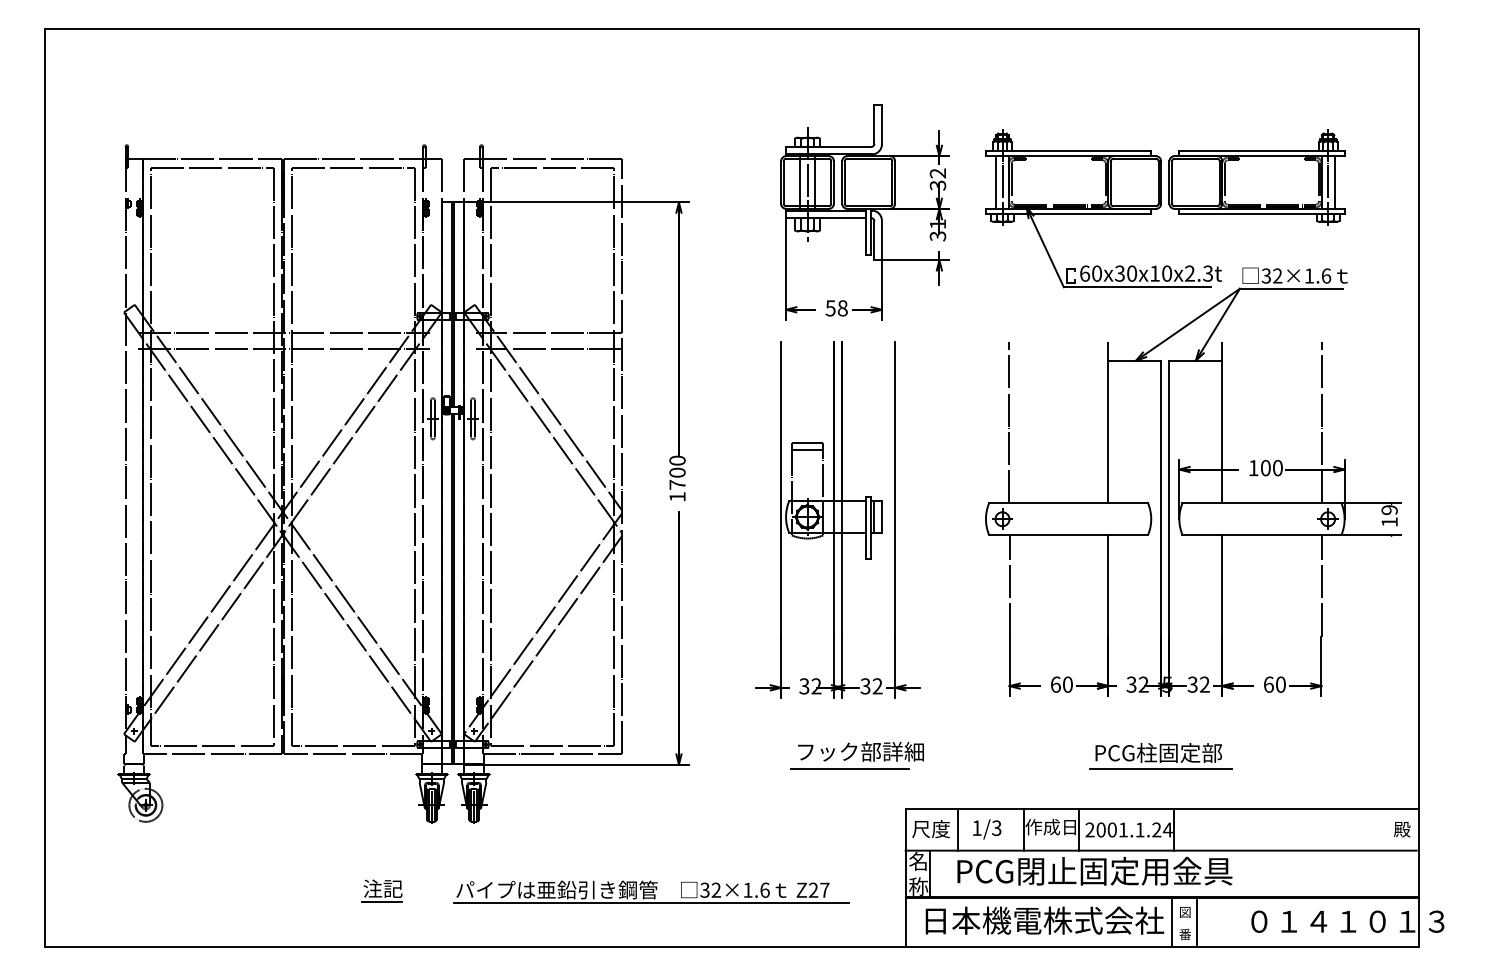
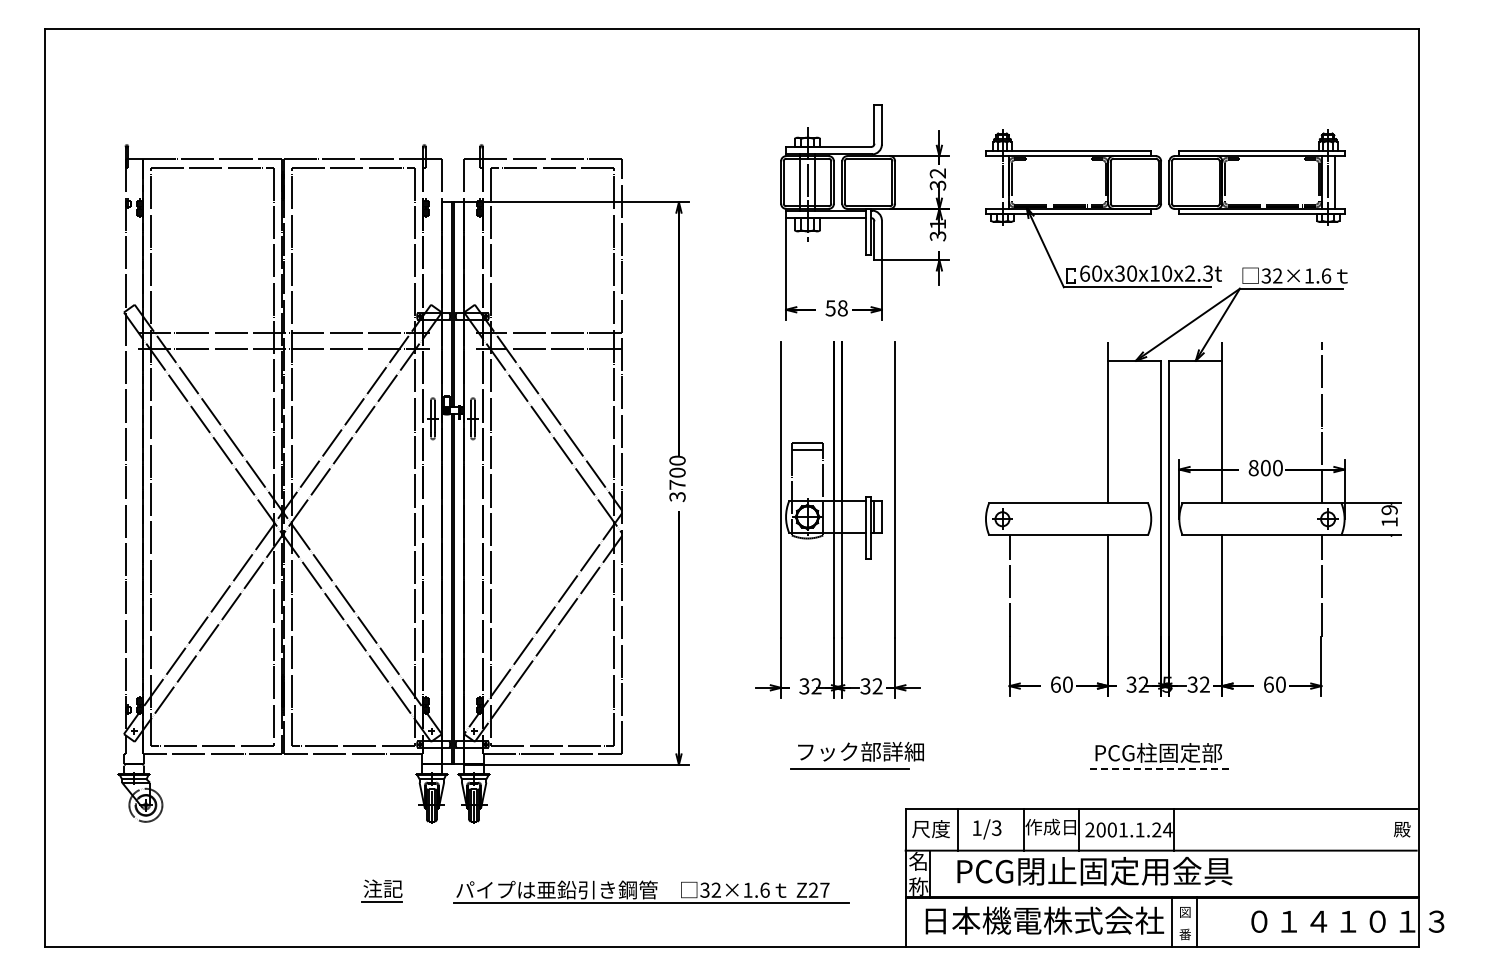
line at (995, 182): present -> none
line at (1009, 422): present -> none
text at (1253, 468): 100 -> 800
text at (677, 497): 1700 -> 3700
line at (1161, 768): solid -> dashed
